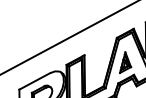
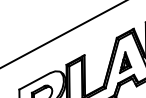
line at (68, 37) position: (68, 37) -> (62, 34)
